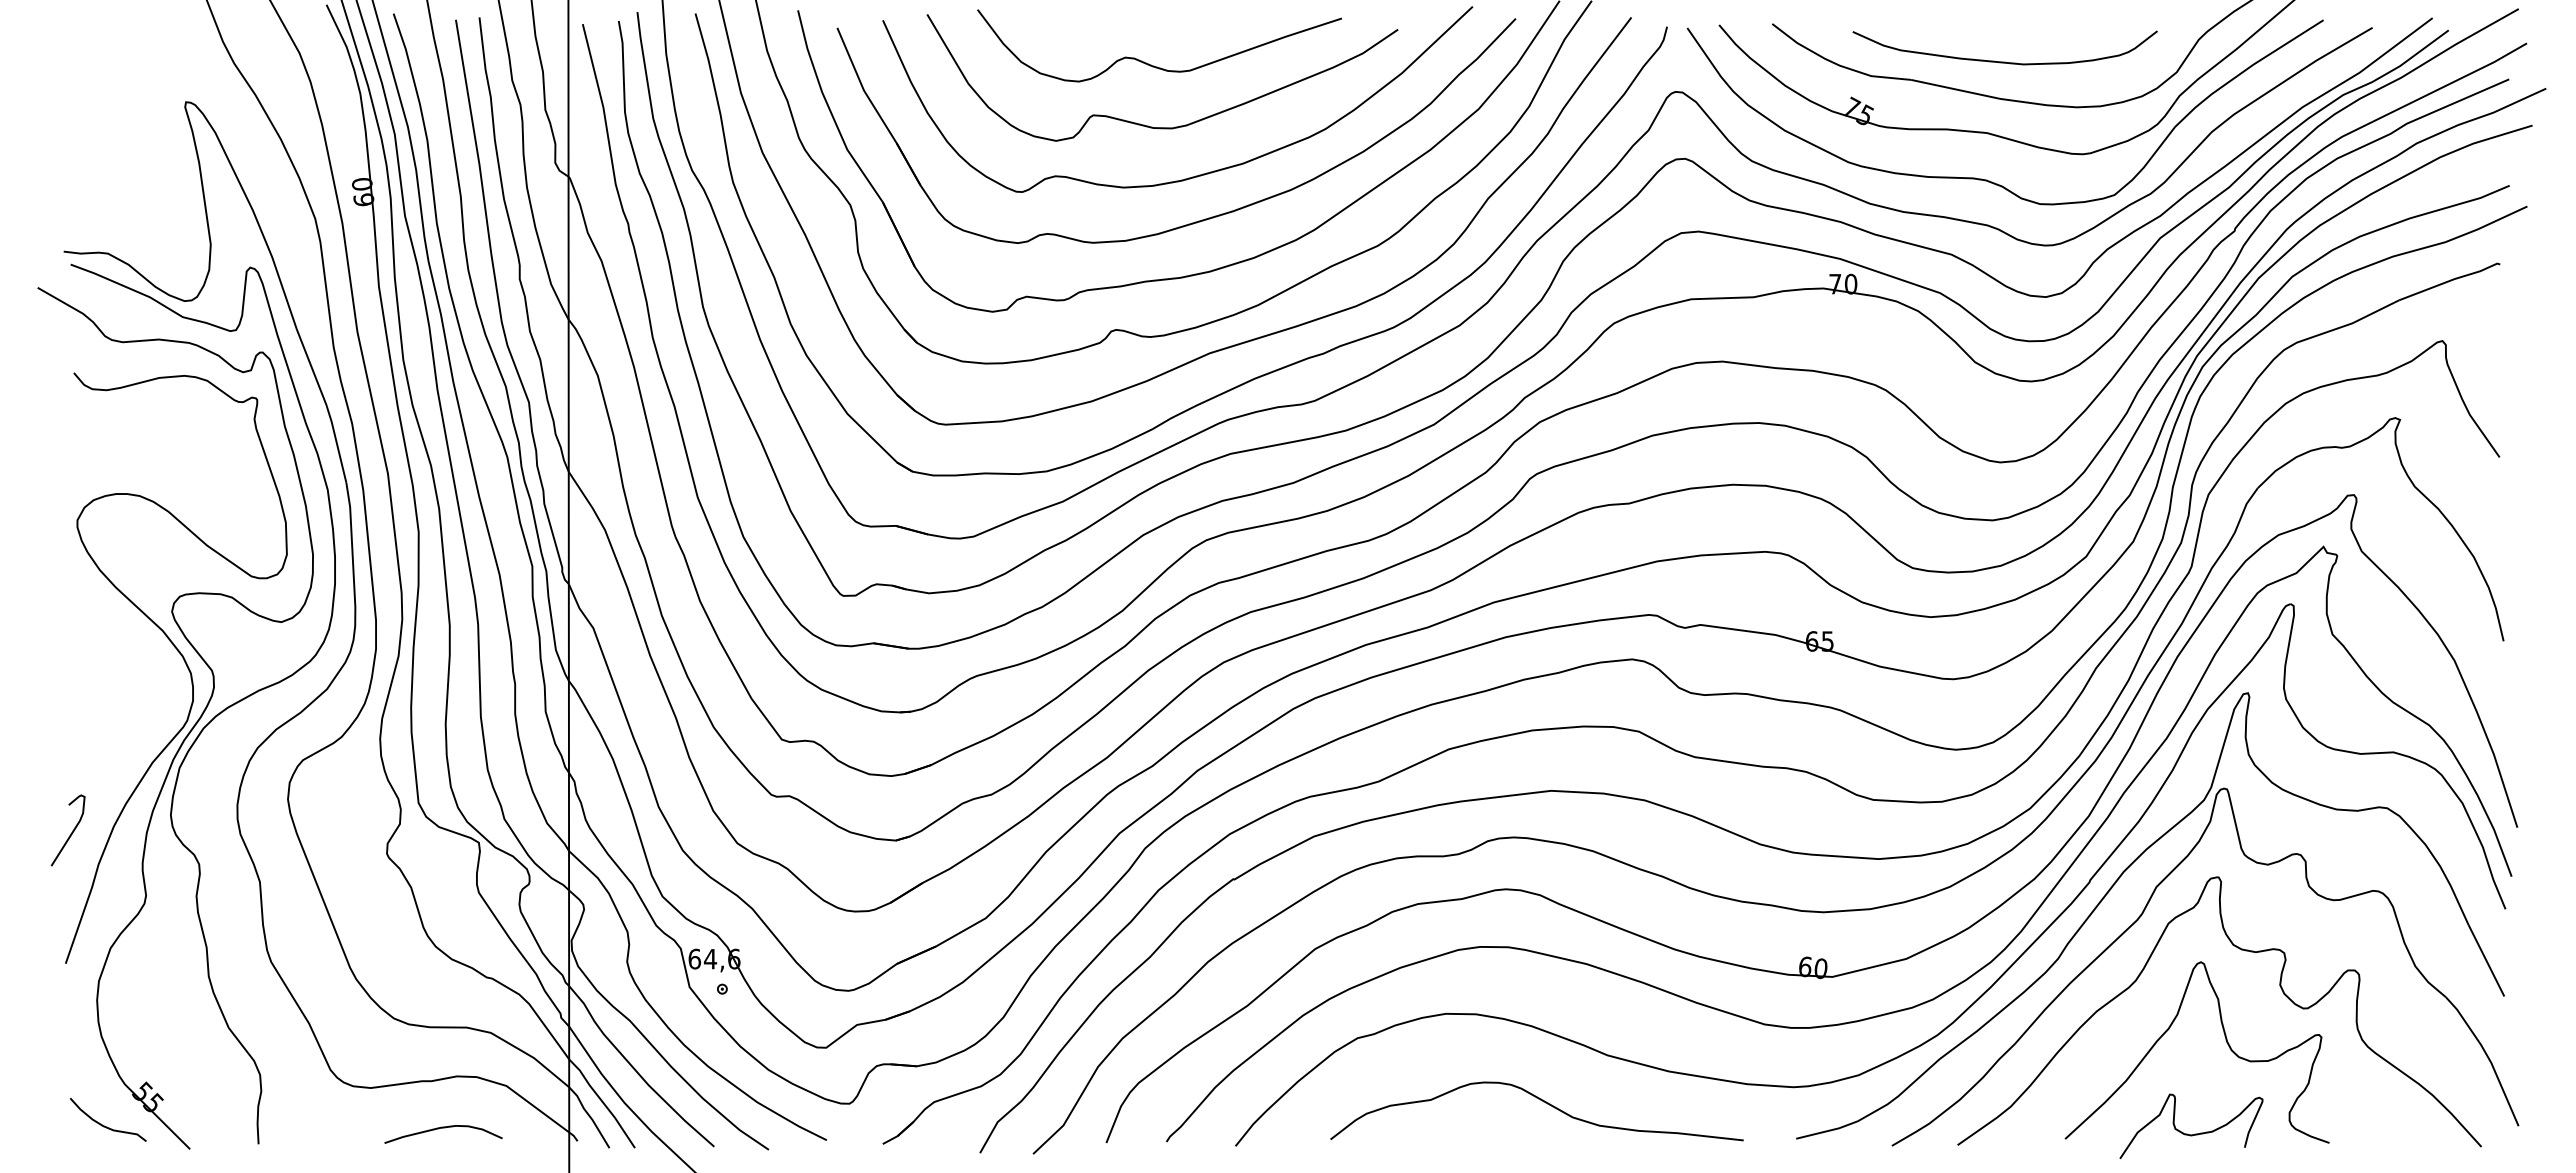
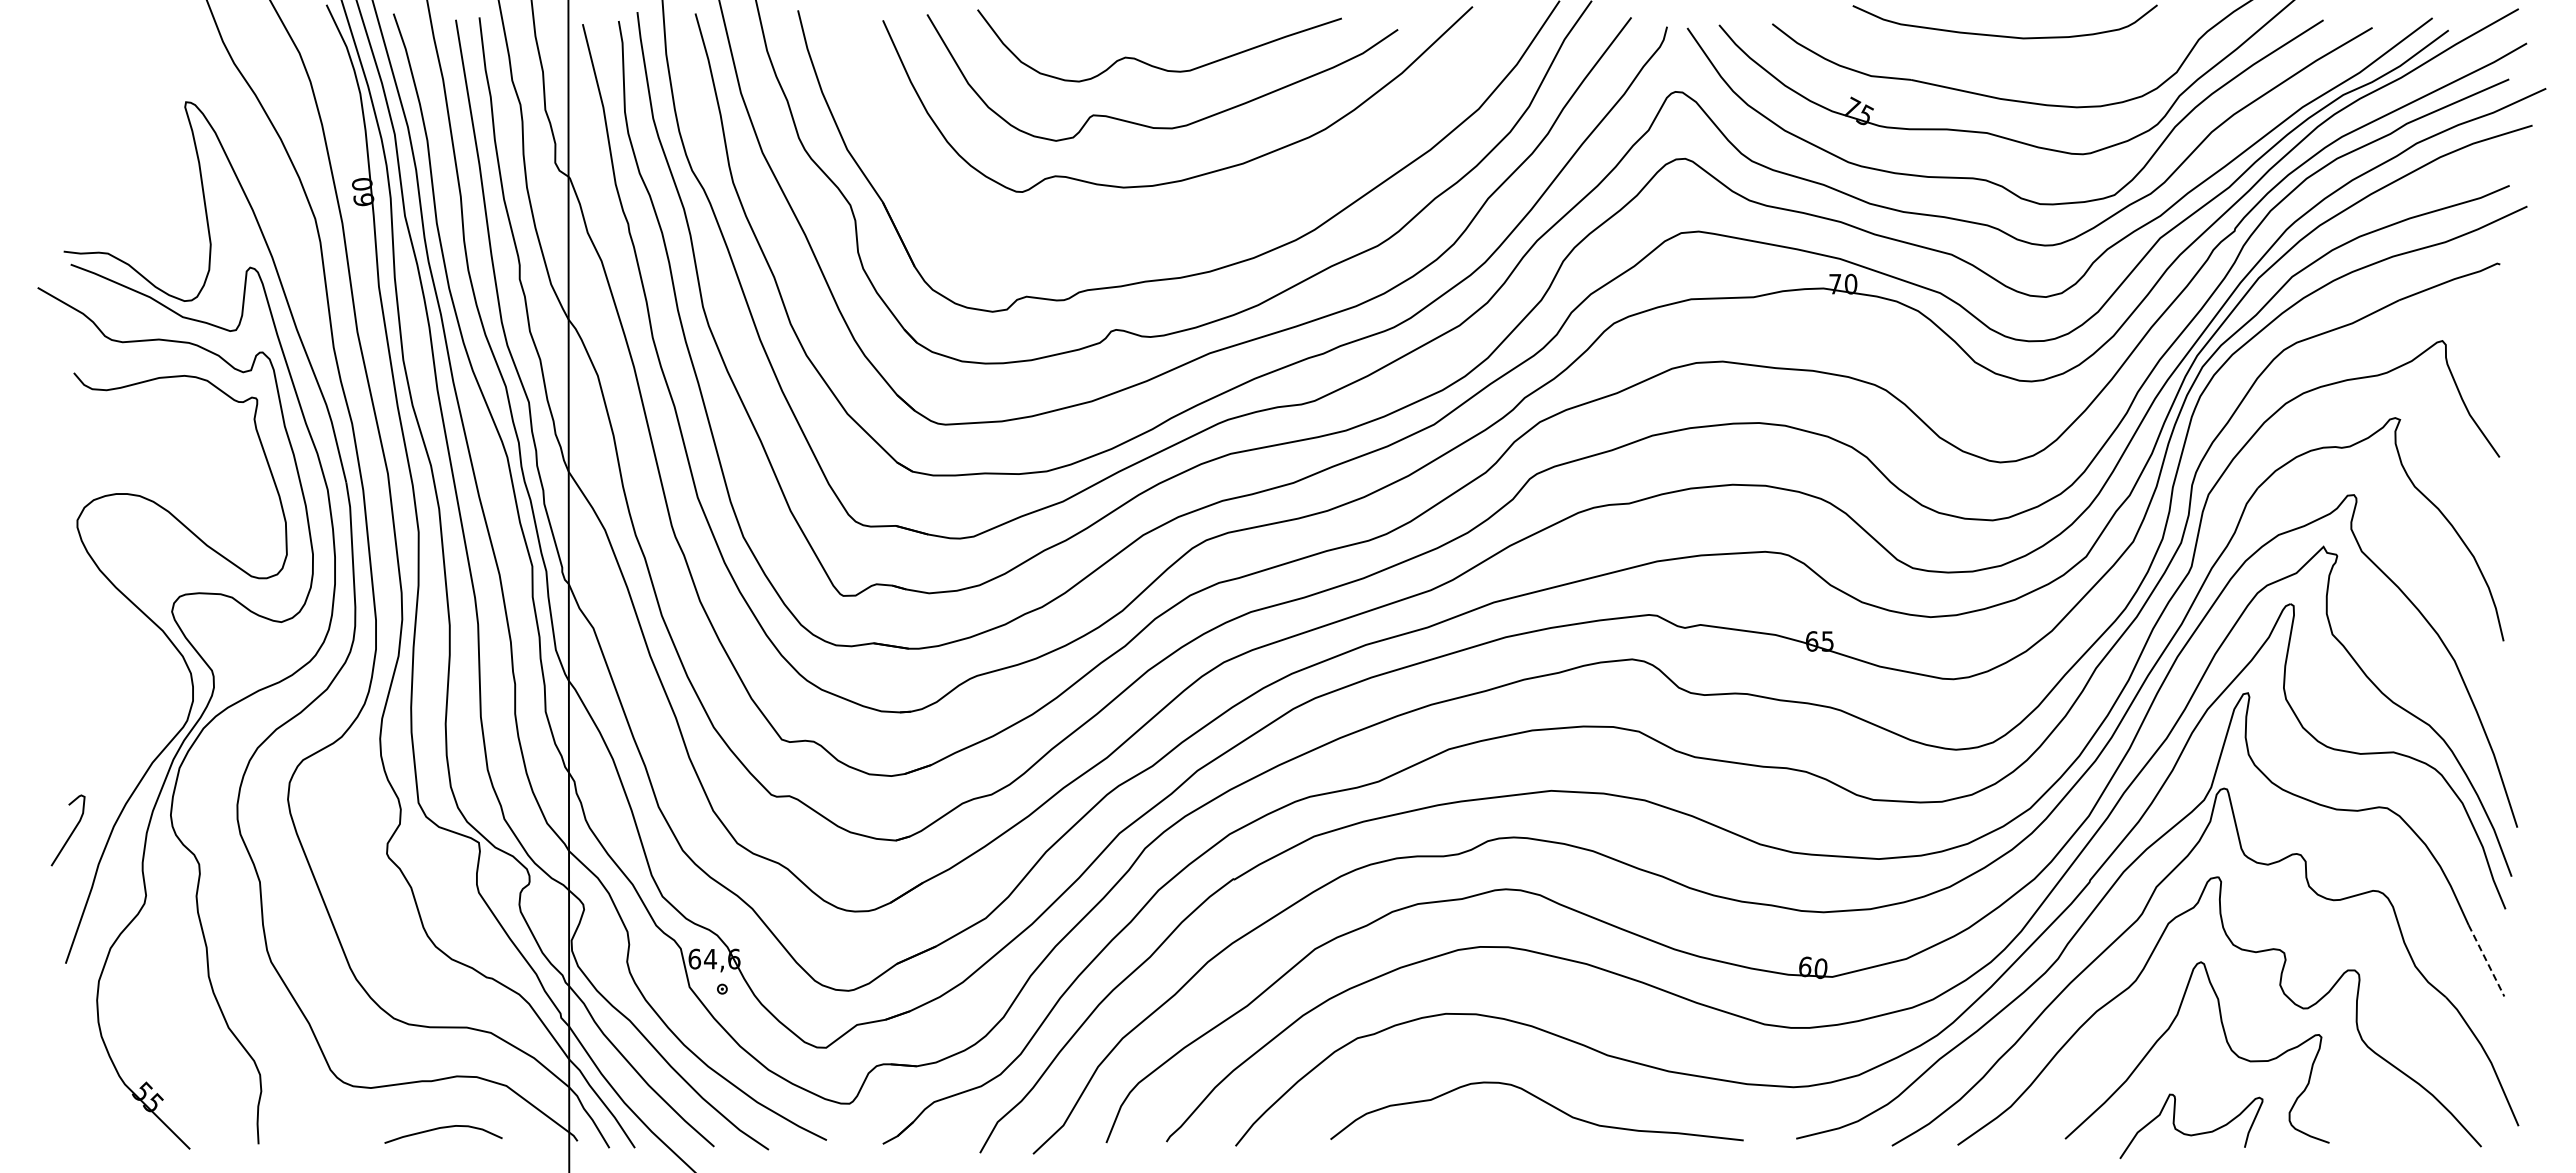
curve at (2004, 61) position: (2004, 61) -> (2004, 35)
part at (1201, 219): present -> none
line at (2486, 960): solid -> dashed
curve at (107, 1126): present -> none
